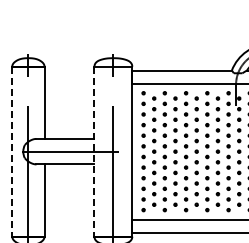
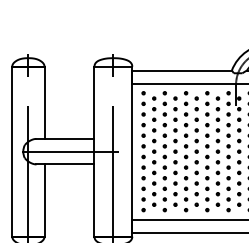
line at (12, 151): dashed -> solid
line at (94, 151): dashed -> solid
